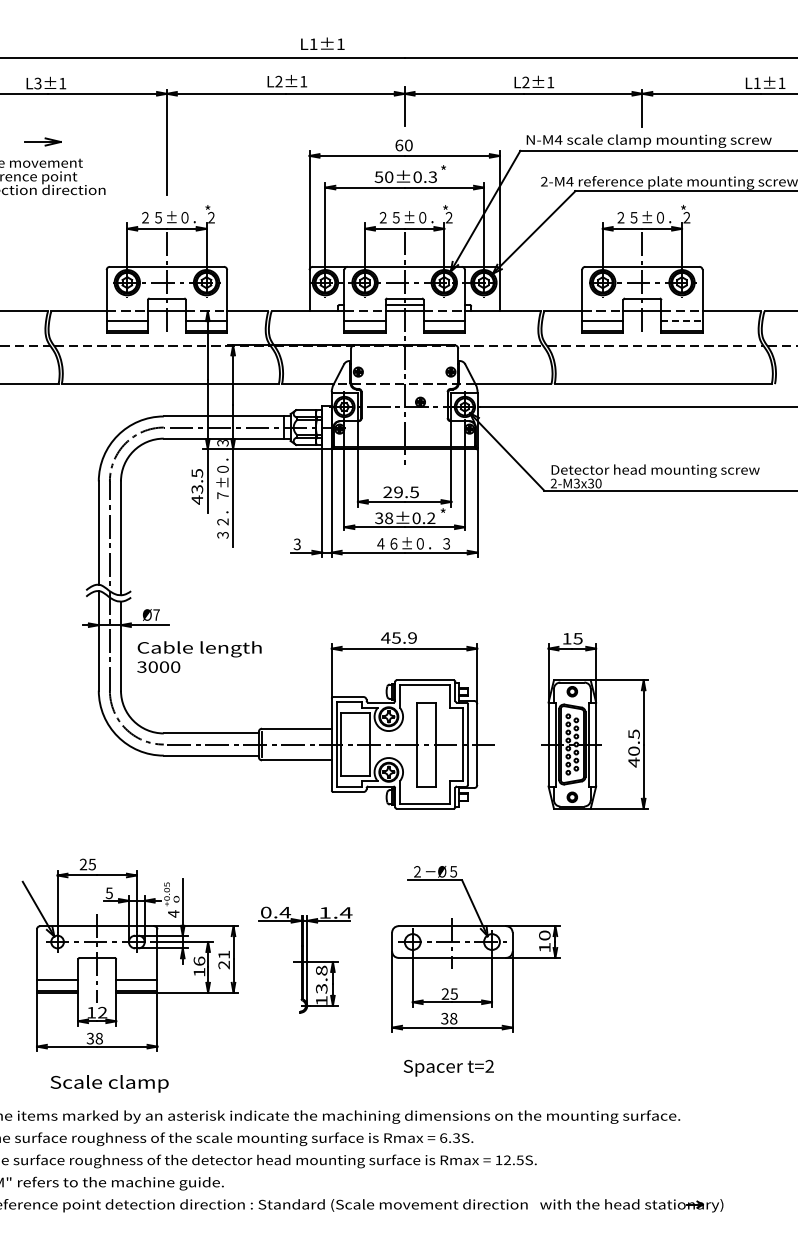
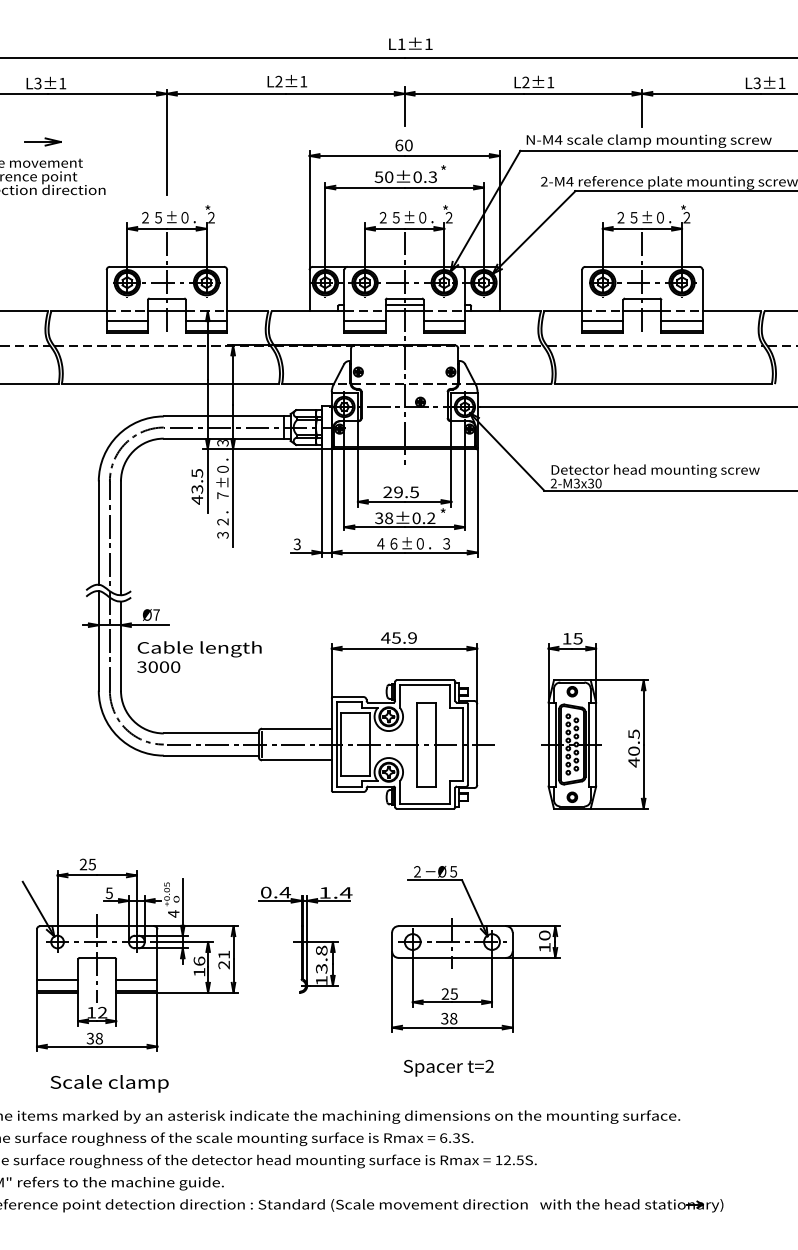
text at (322, 43) position: (322, 43) -> (410, 43)
text at (756, 83): L1±1 -> L3±1
line at (682, 320): dashed -> solid
part at (305, 959) position: (305, 959) -> (305, 939)
